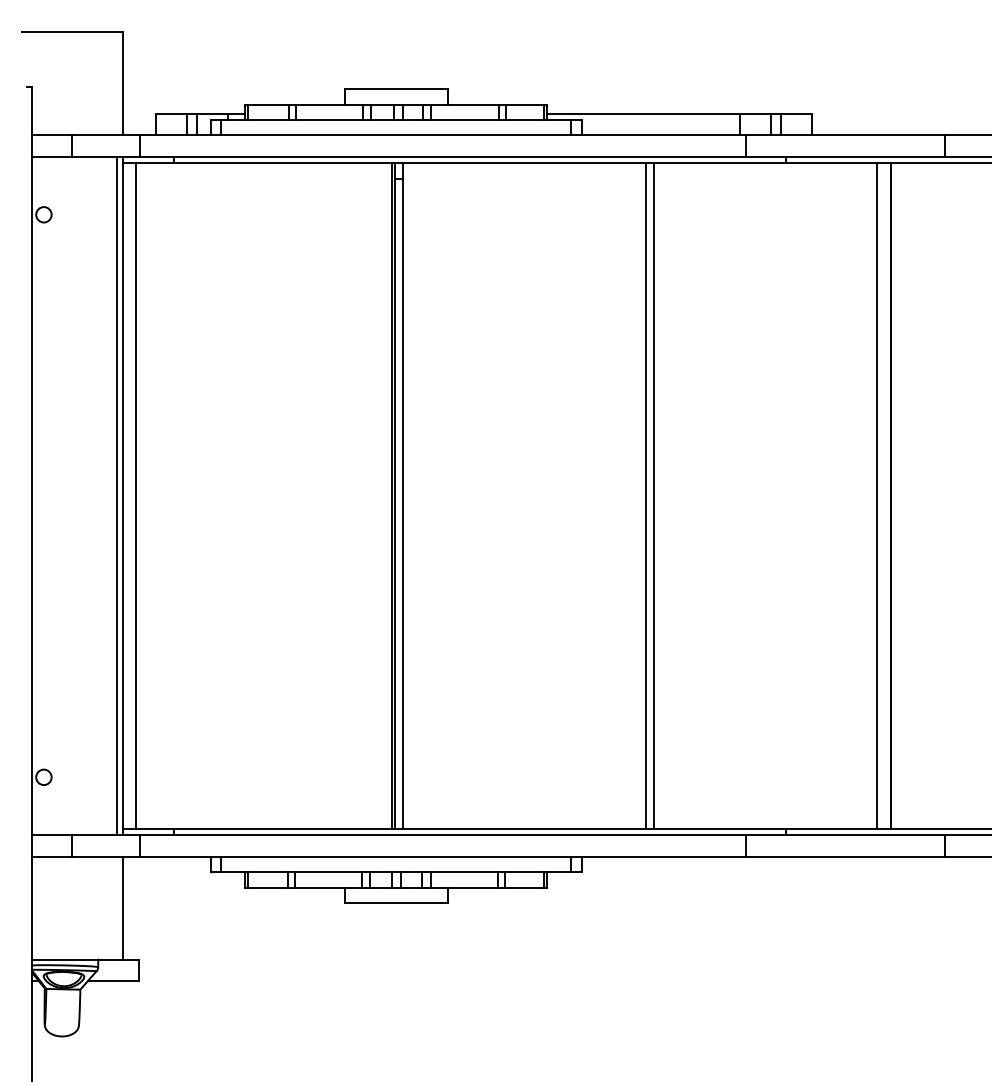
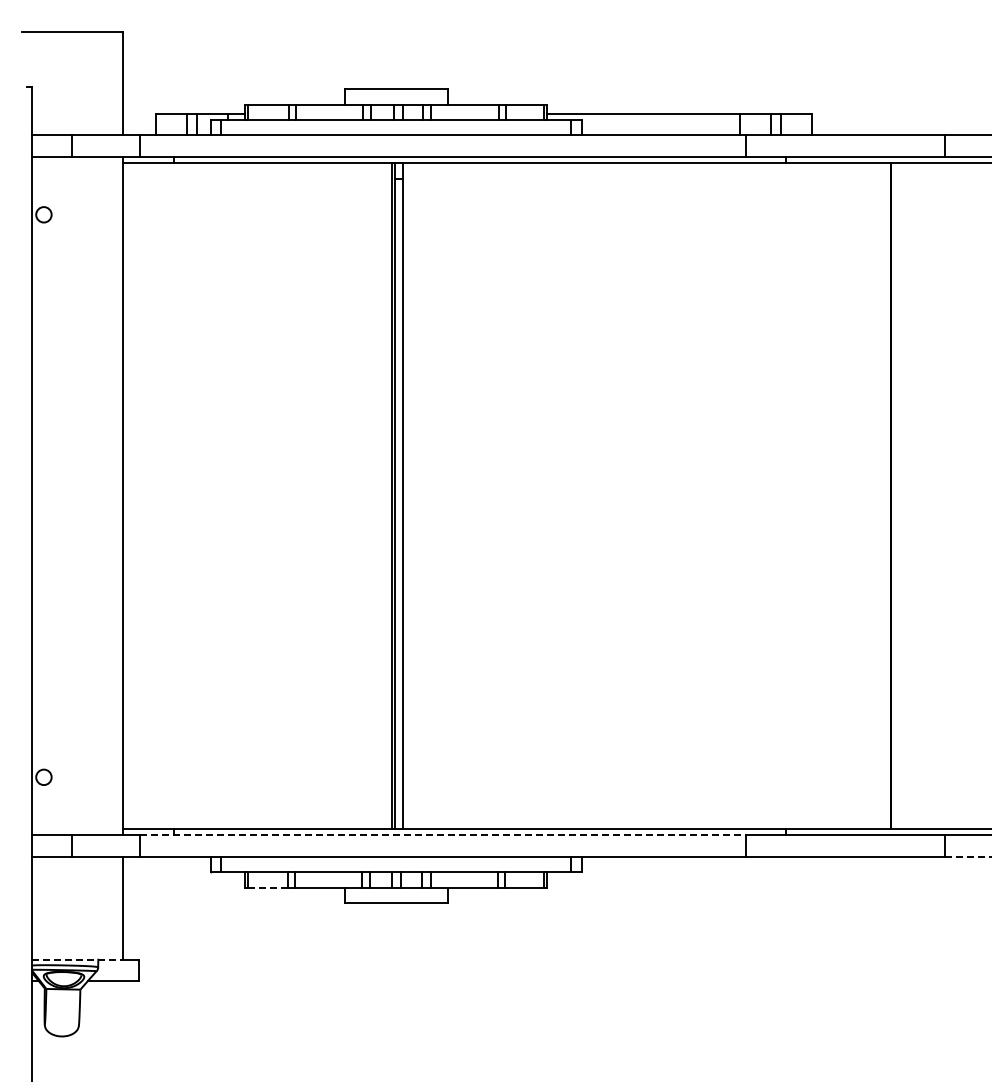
line at (135, 495): present -> none
line at (645, 495): present -> none
line at (654, 495): present -> none
line at (877, 495): present -> none
line at (117, 496): present -> none
line at (443, 835): solid -> dashed
line at (968, 856): solid -> dashed
line at (268, 887): solid -> dashed
line at (78, 959): solid -> dashed
